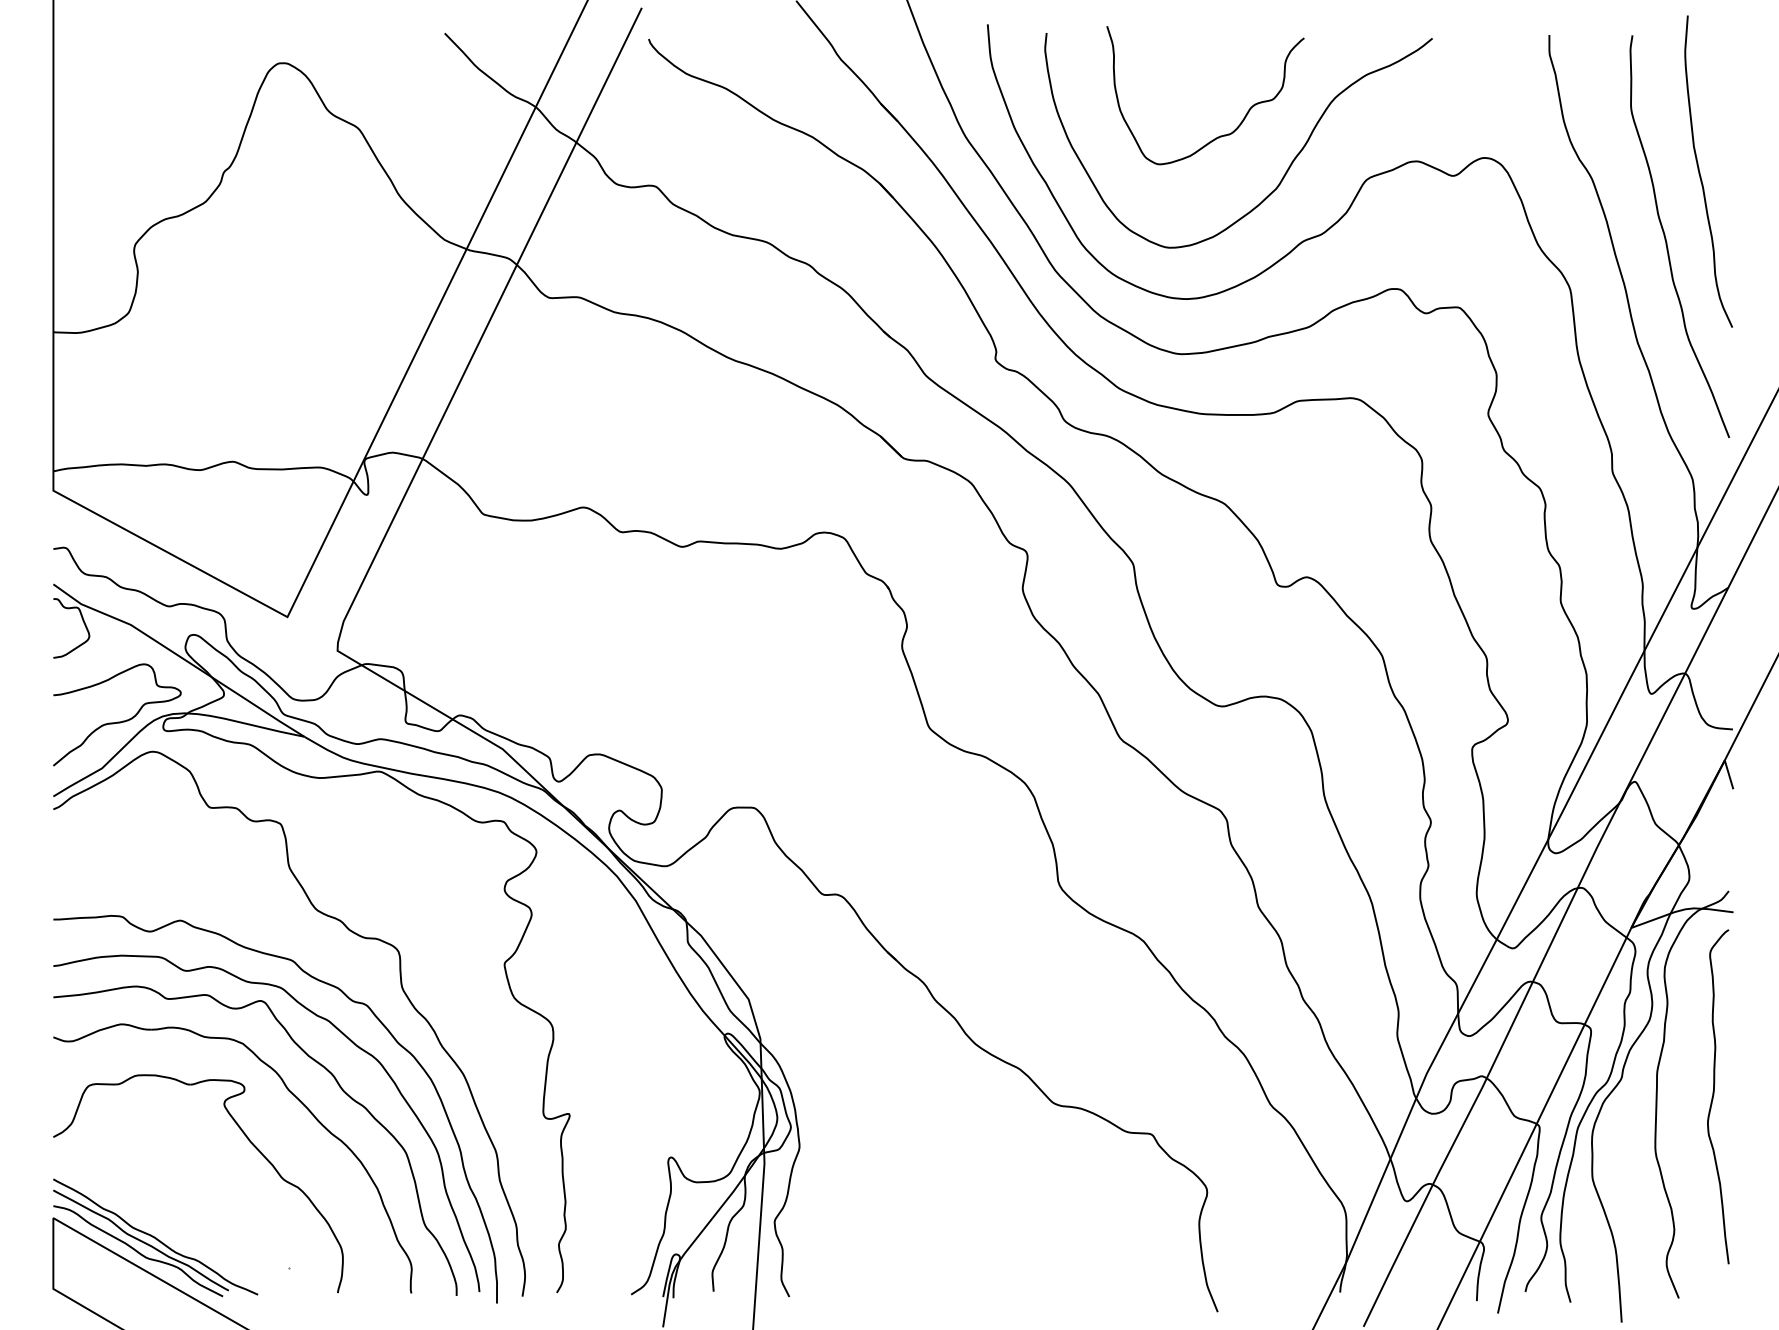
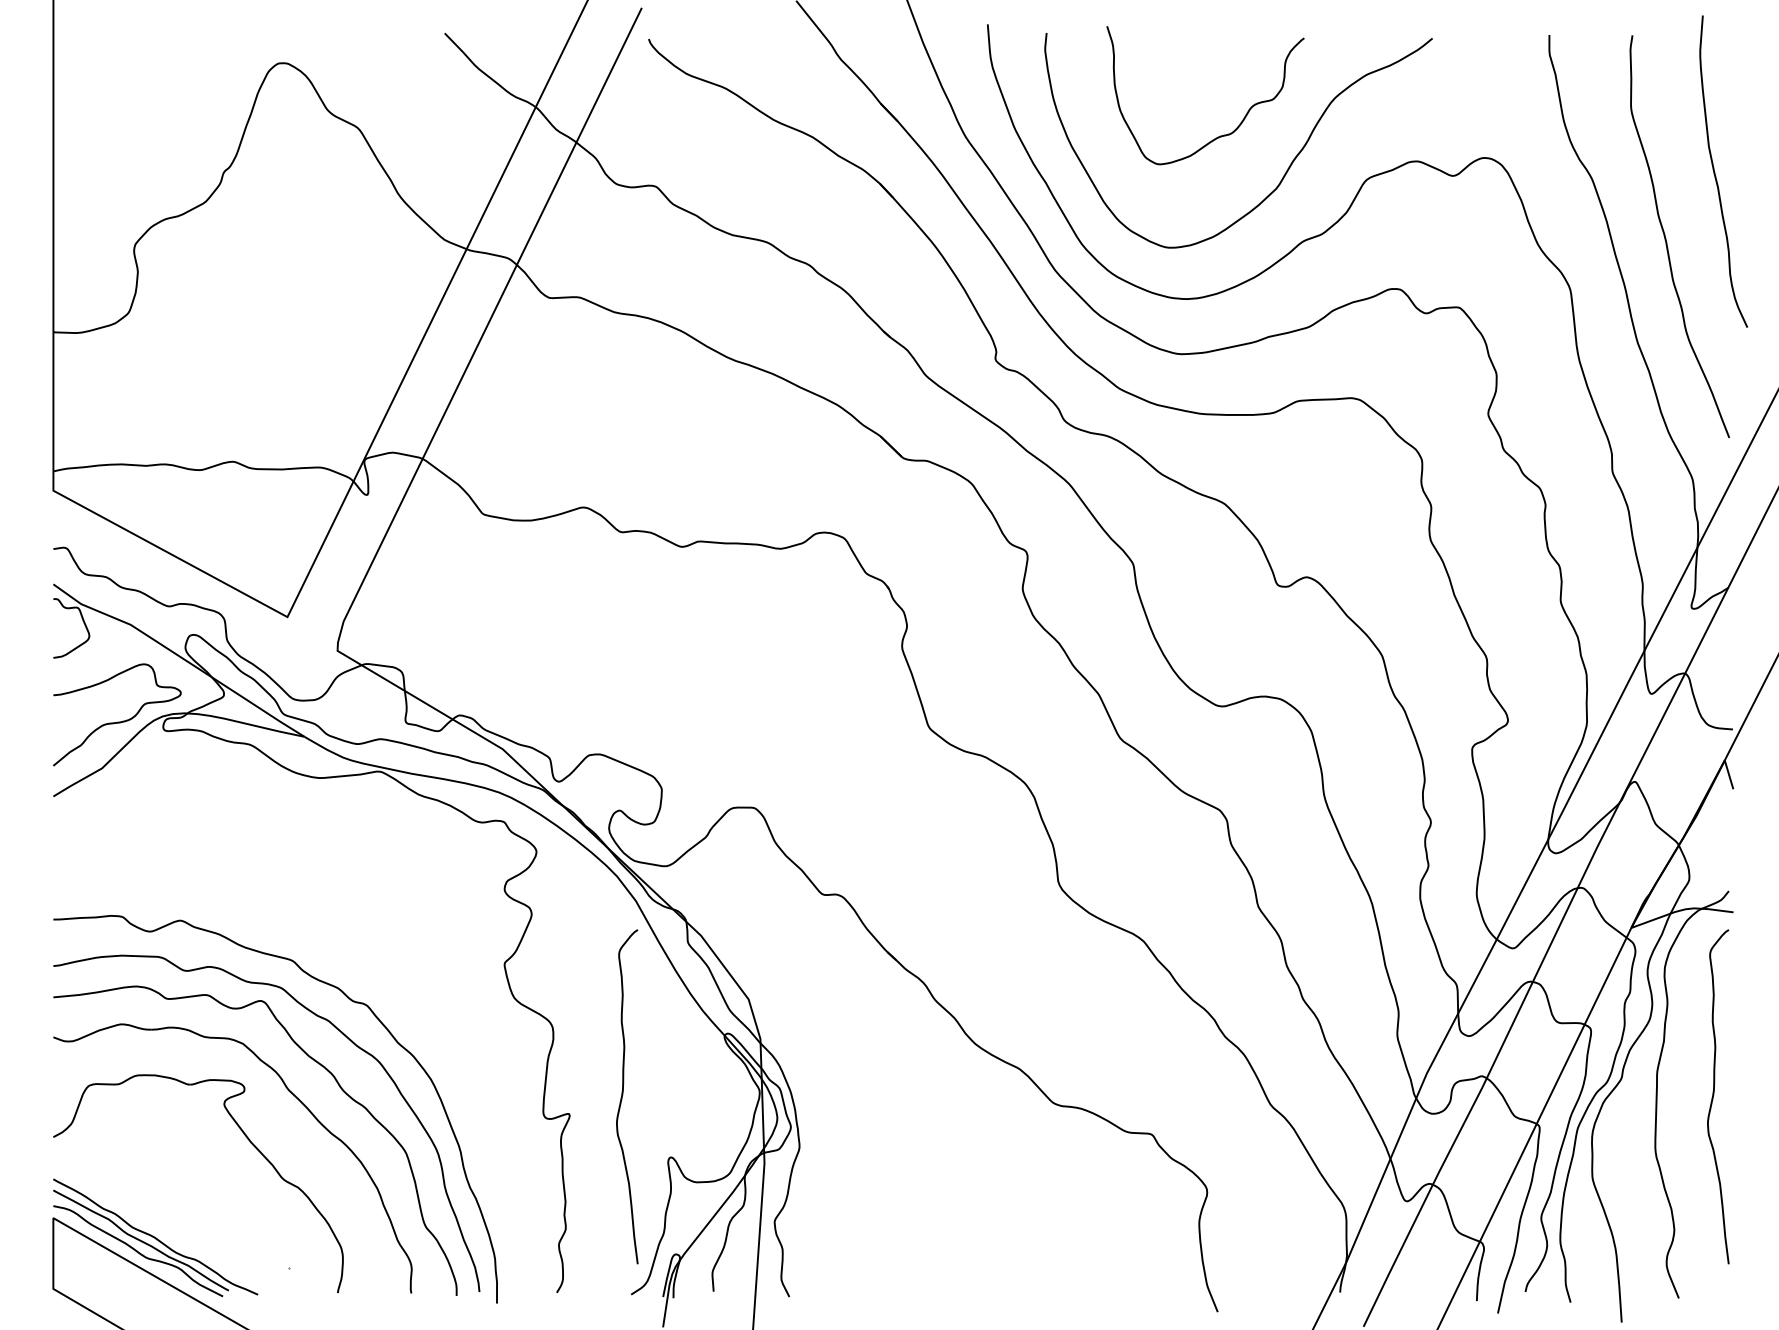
curve at (1700, 172) position: (1700, 172) -> (1715, 172)
curve at (351, 932): present -> none
curve at (623, 1095): none -> present
